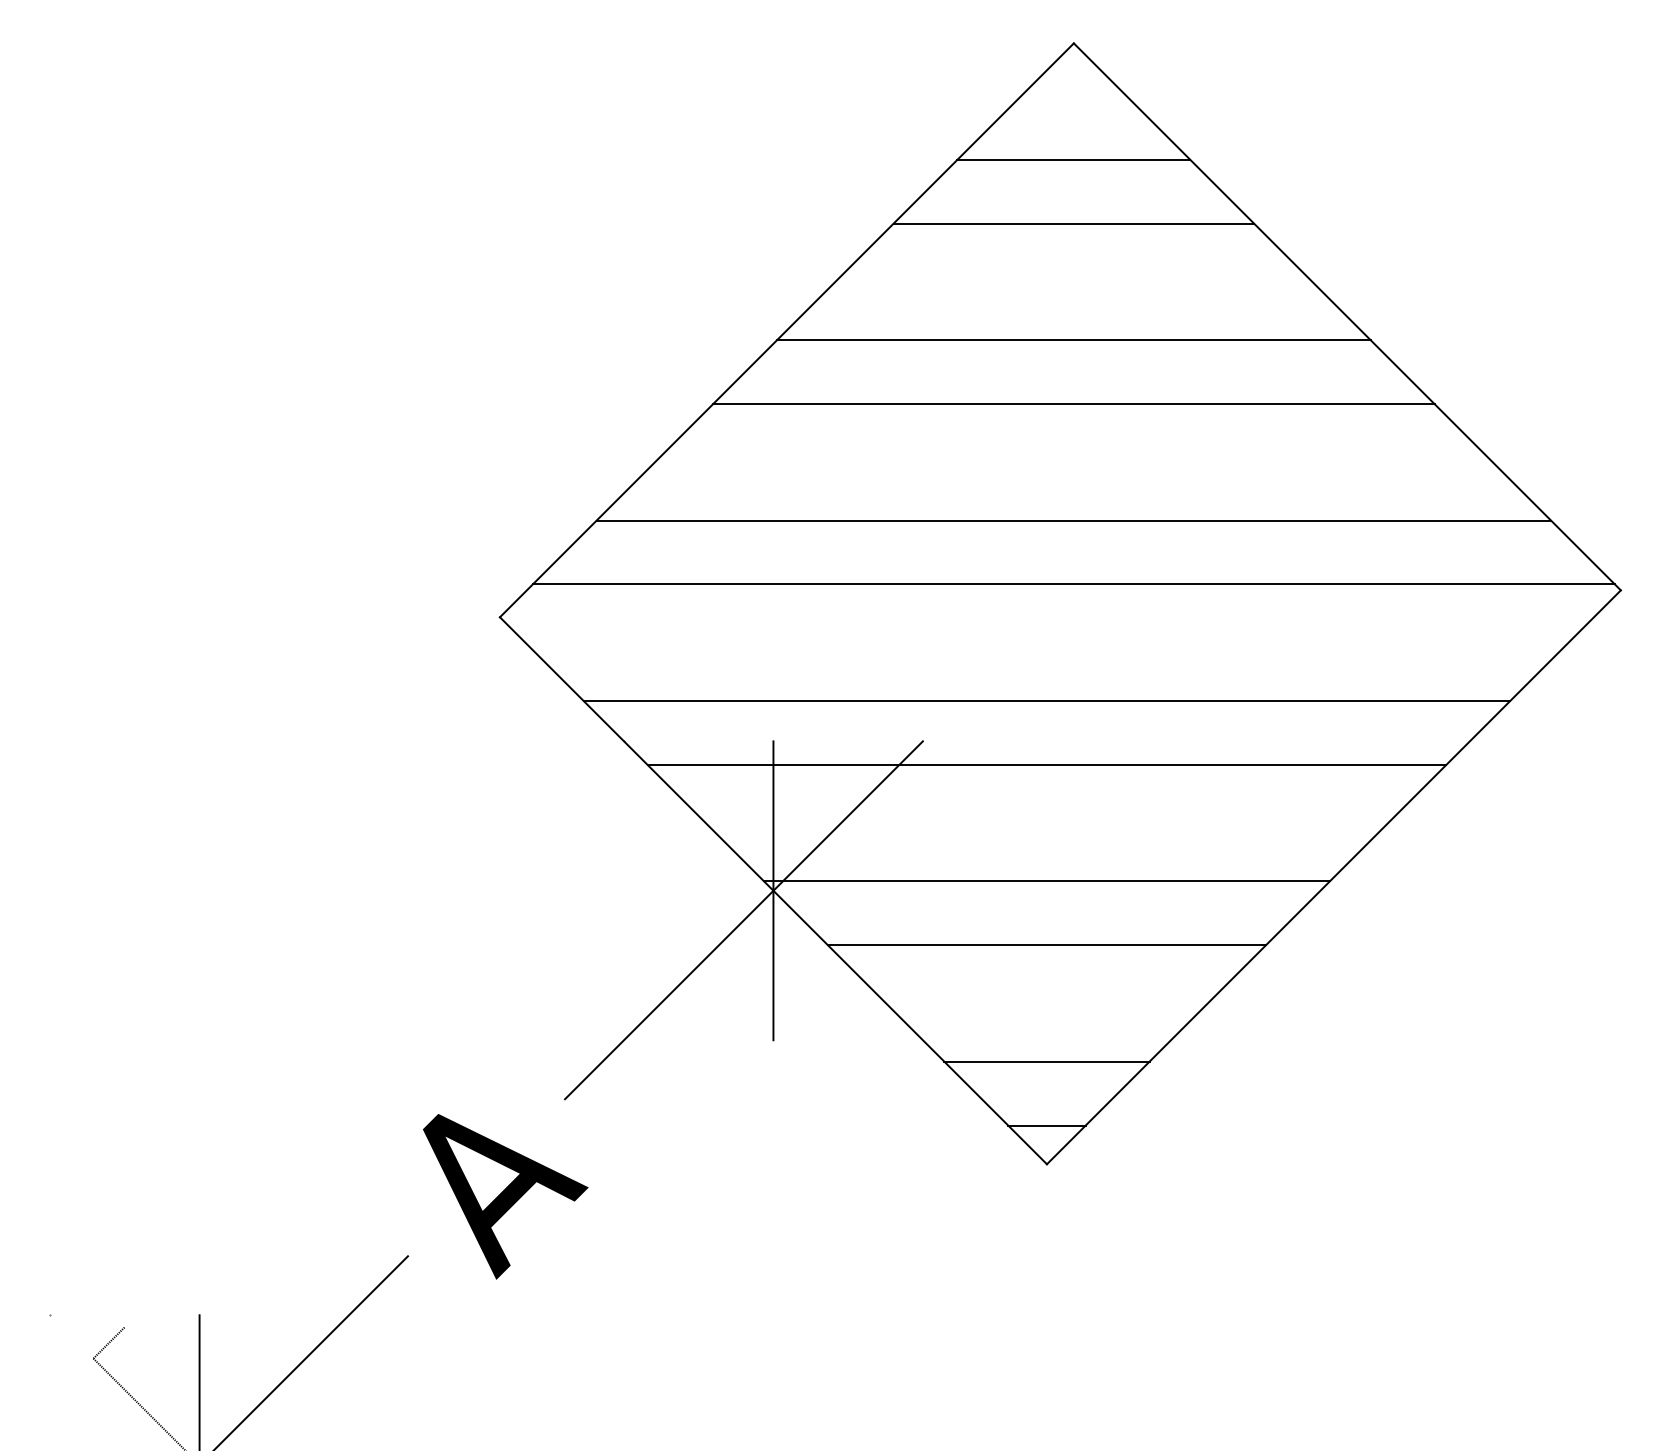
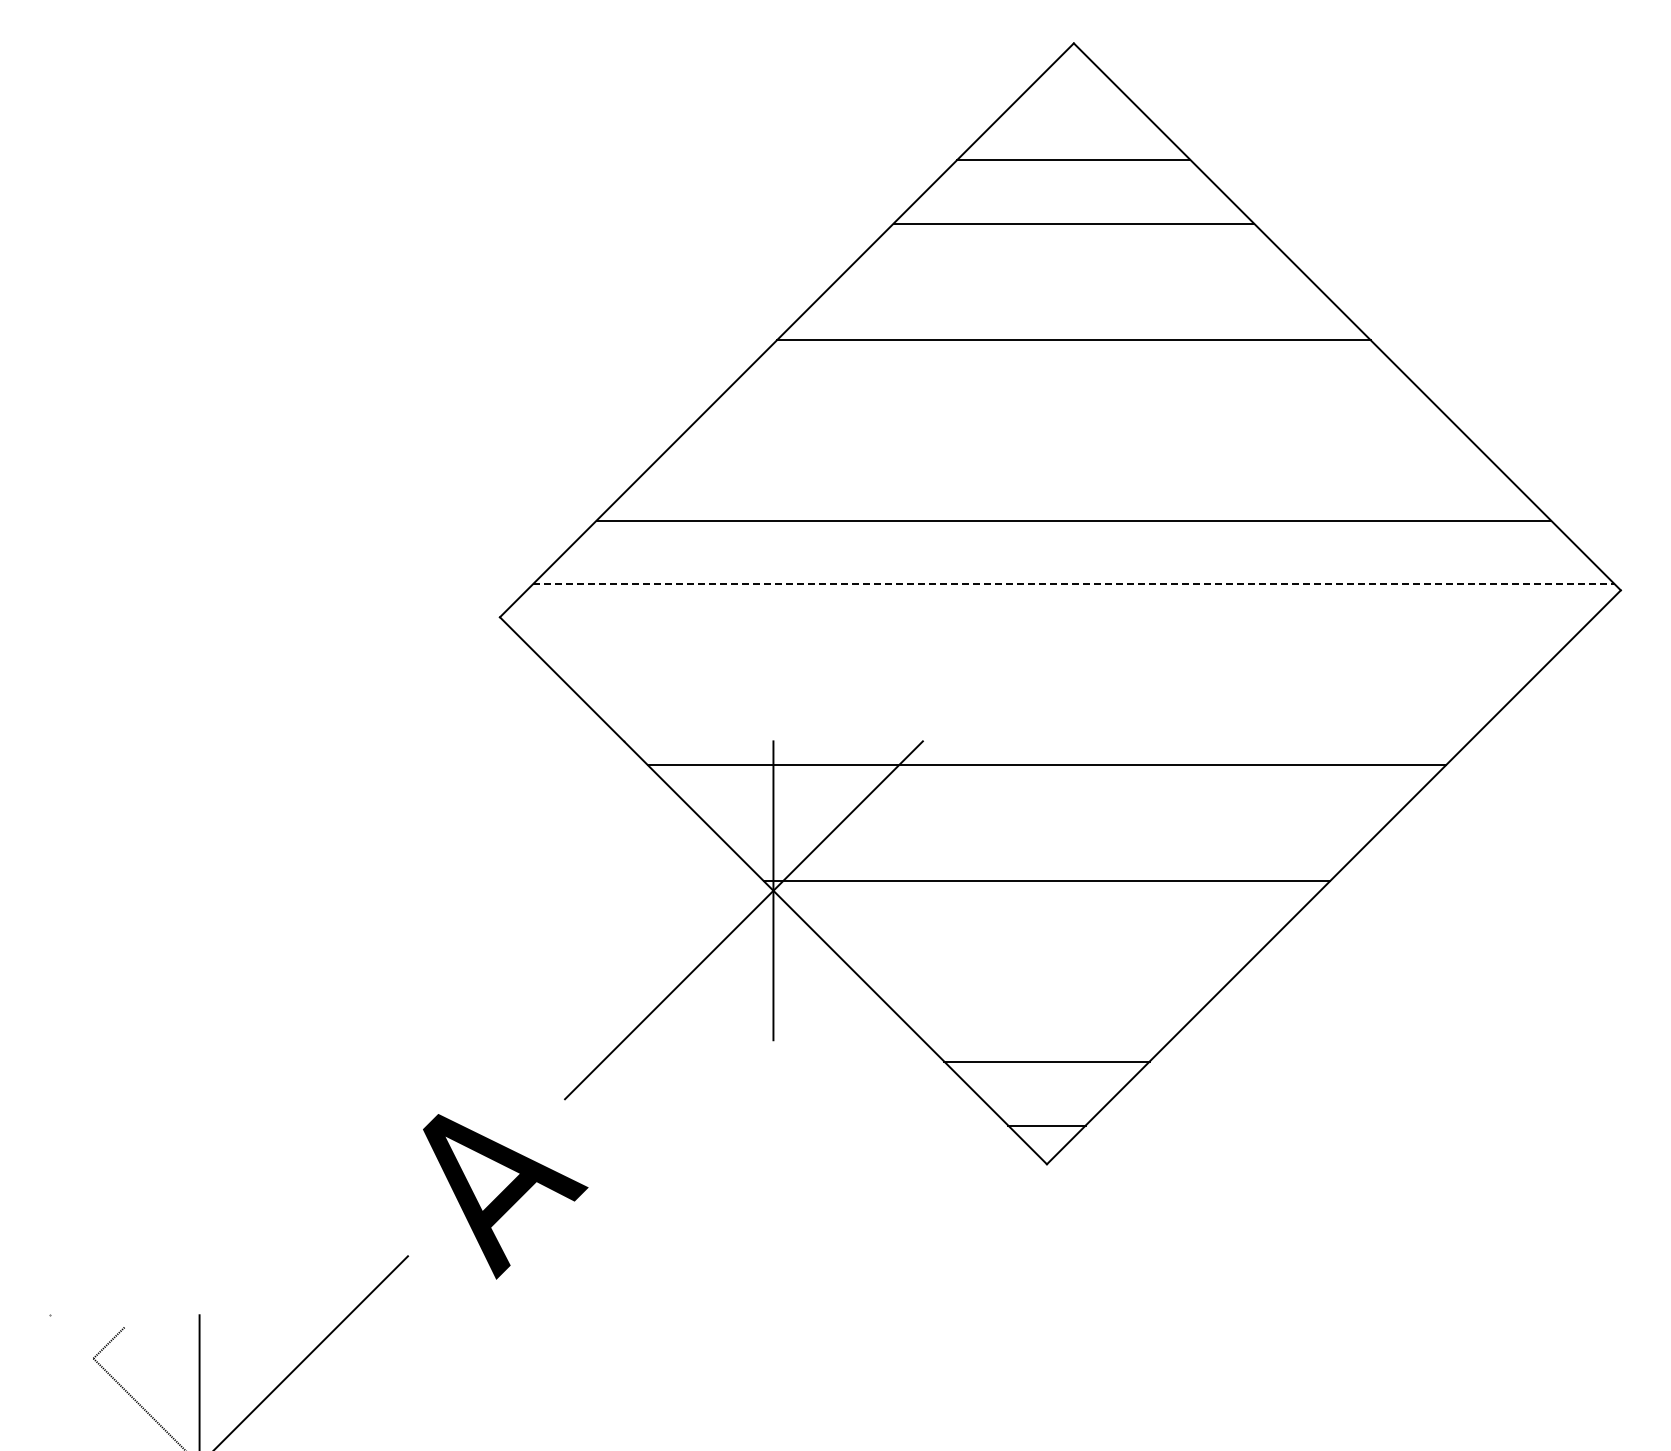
line at (1073, 404): present -> none
line at (1074, 584): solid -> dashed
line at (1046, 701): present -> none
line at (1046, 945): present -> none
